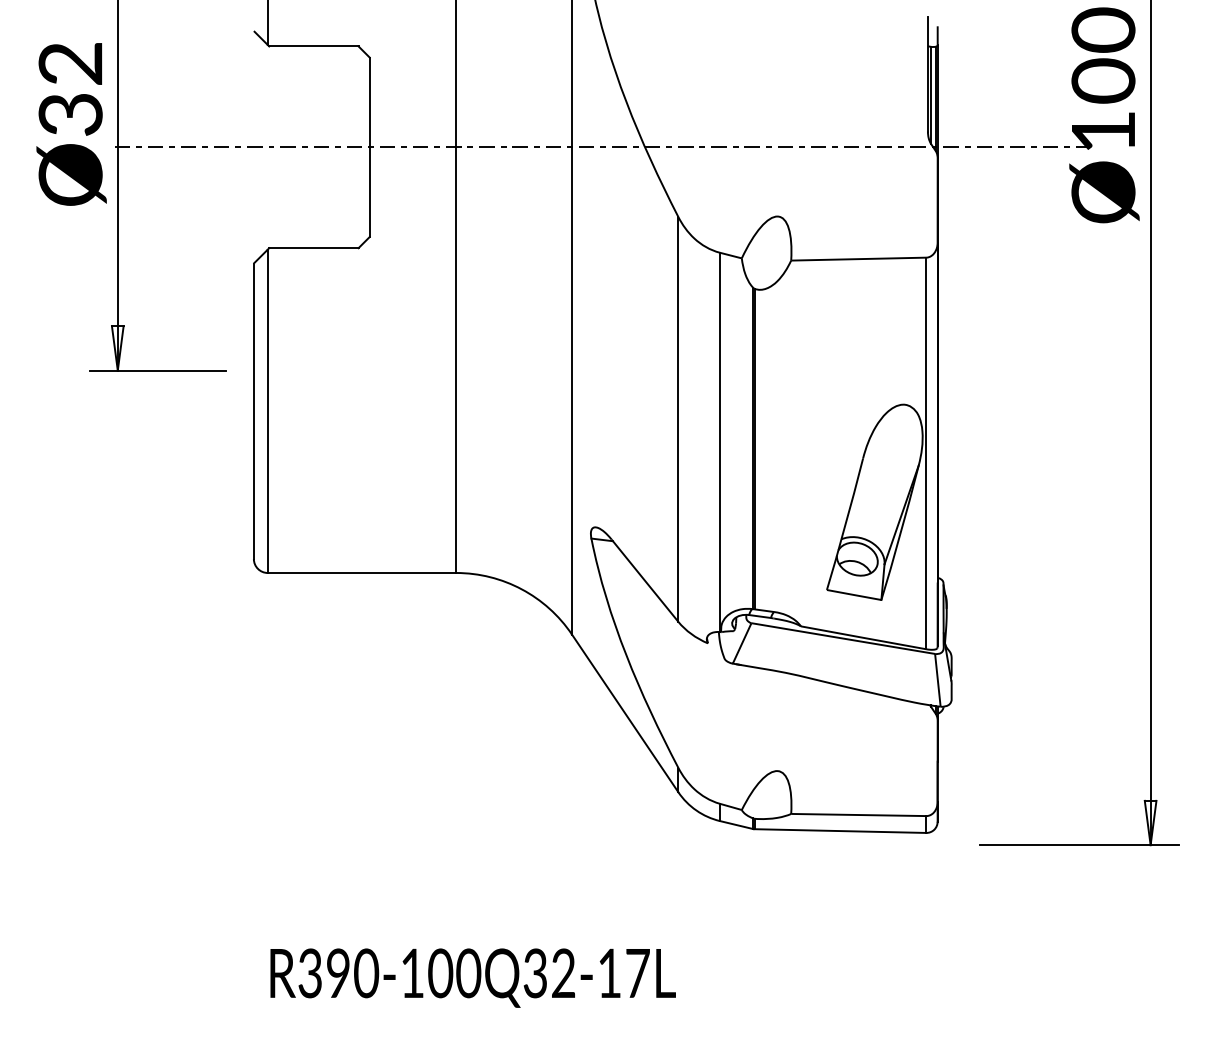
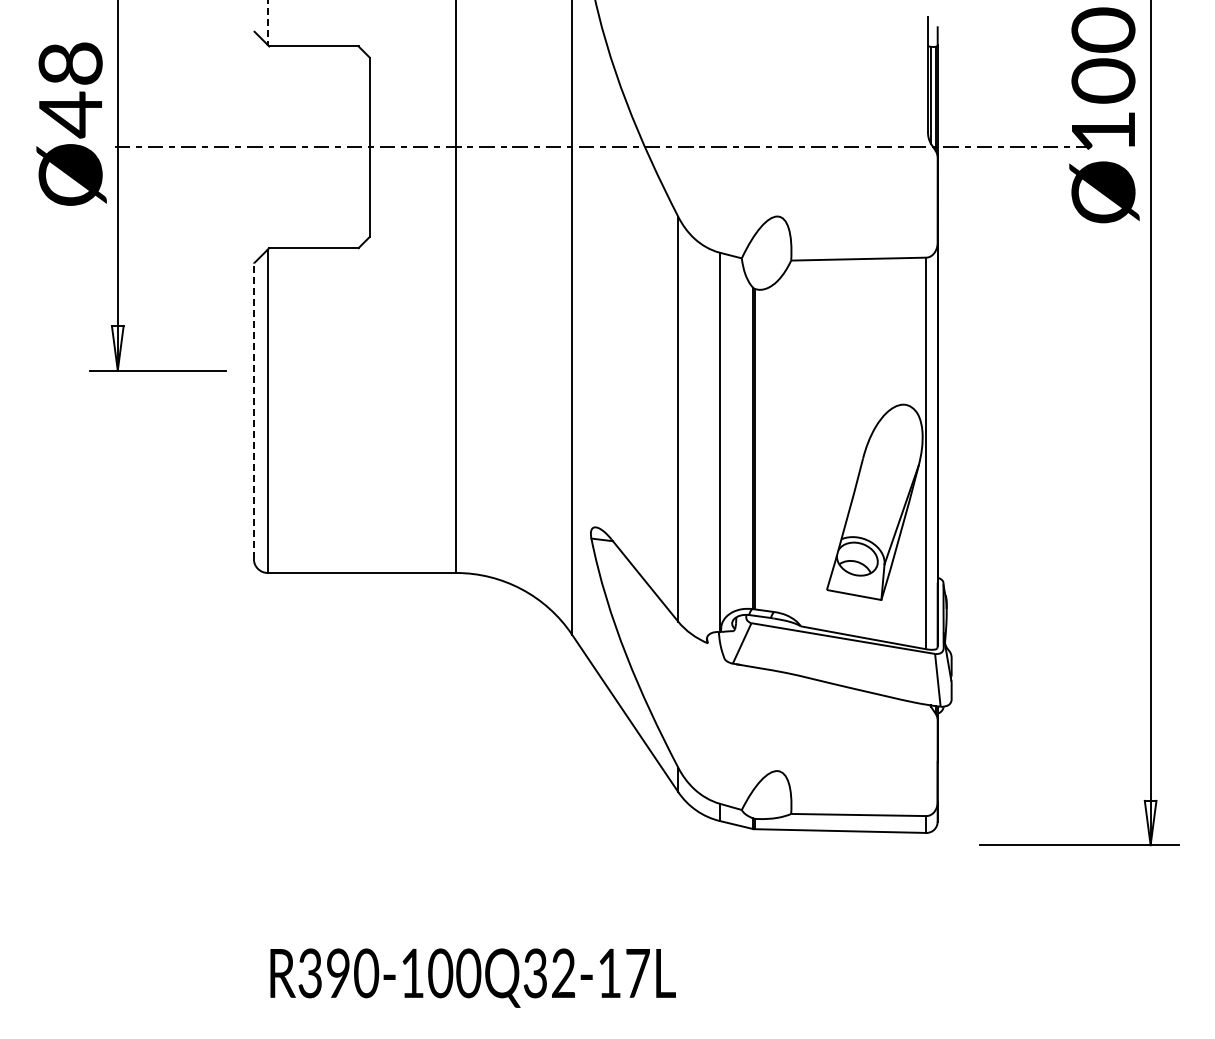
line at (267, 23): solid -> dashed
text at (70, 90): Ø32 -> Ø48
line at (253, 411): solid -> dashed
